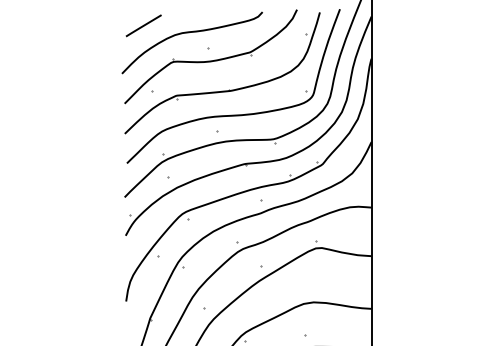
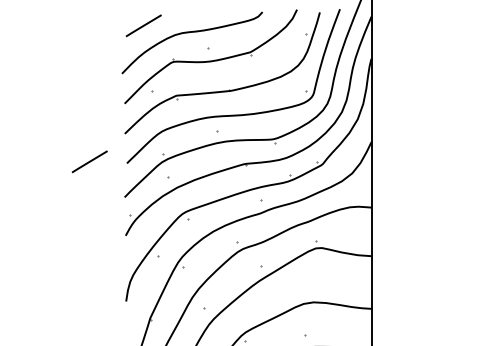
line at (89, 161): none -> present
